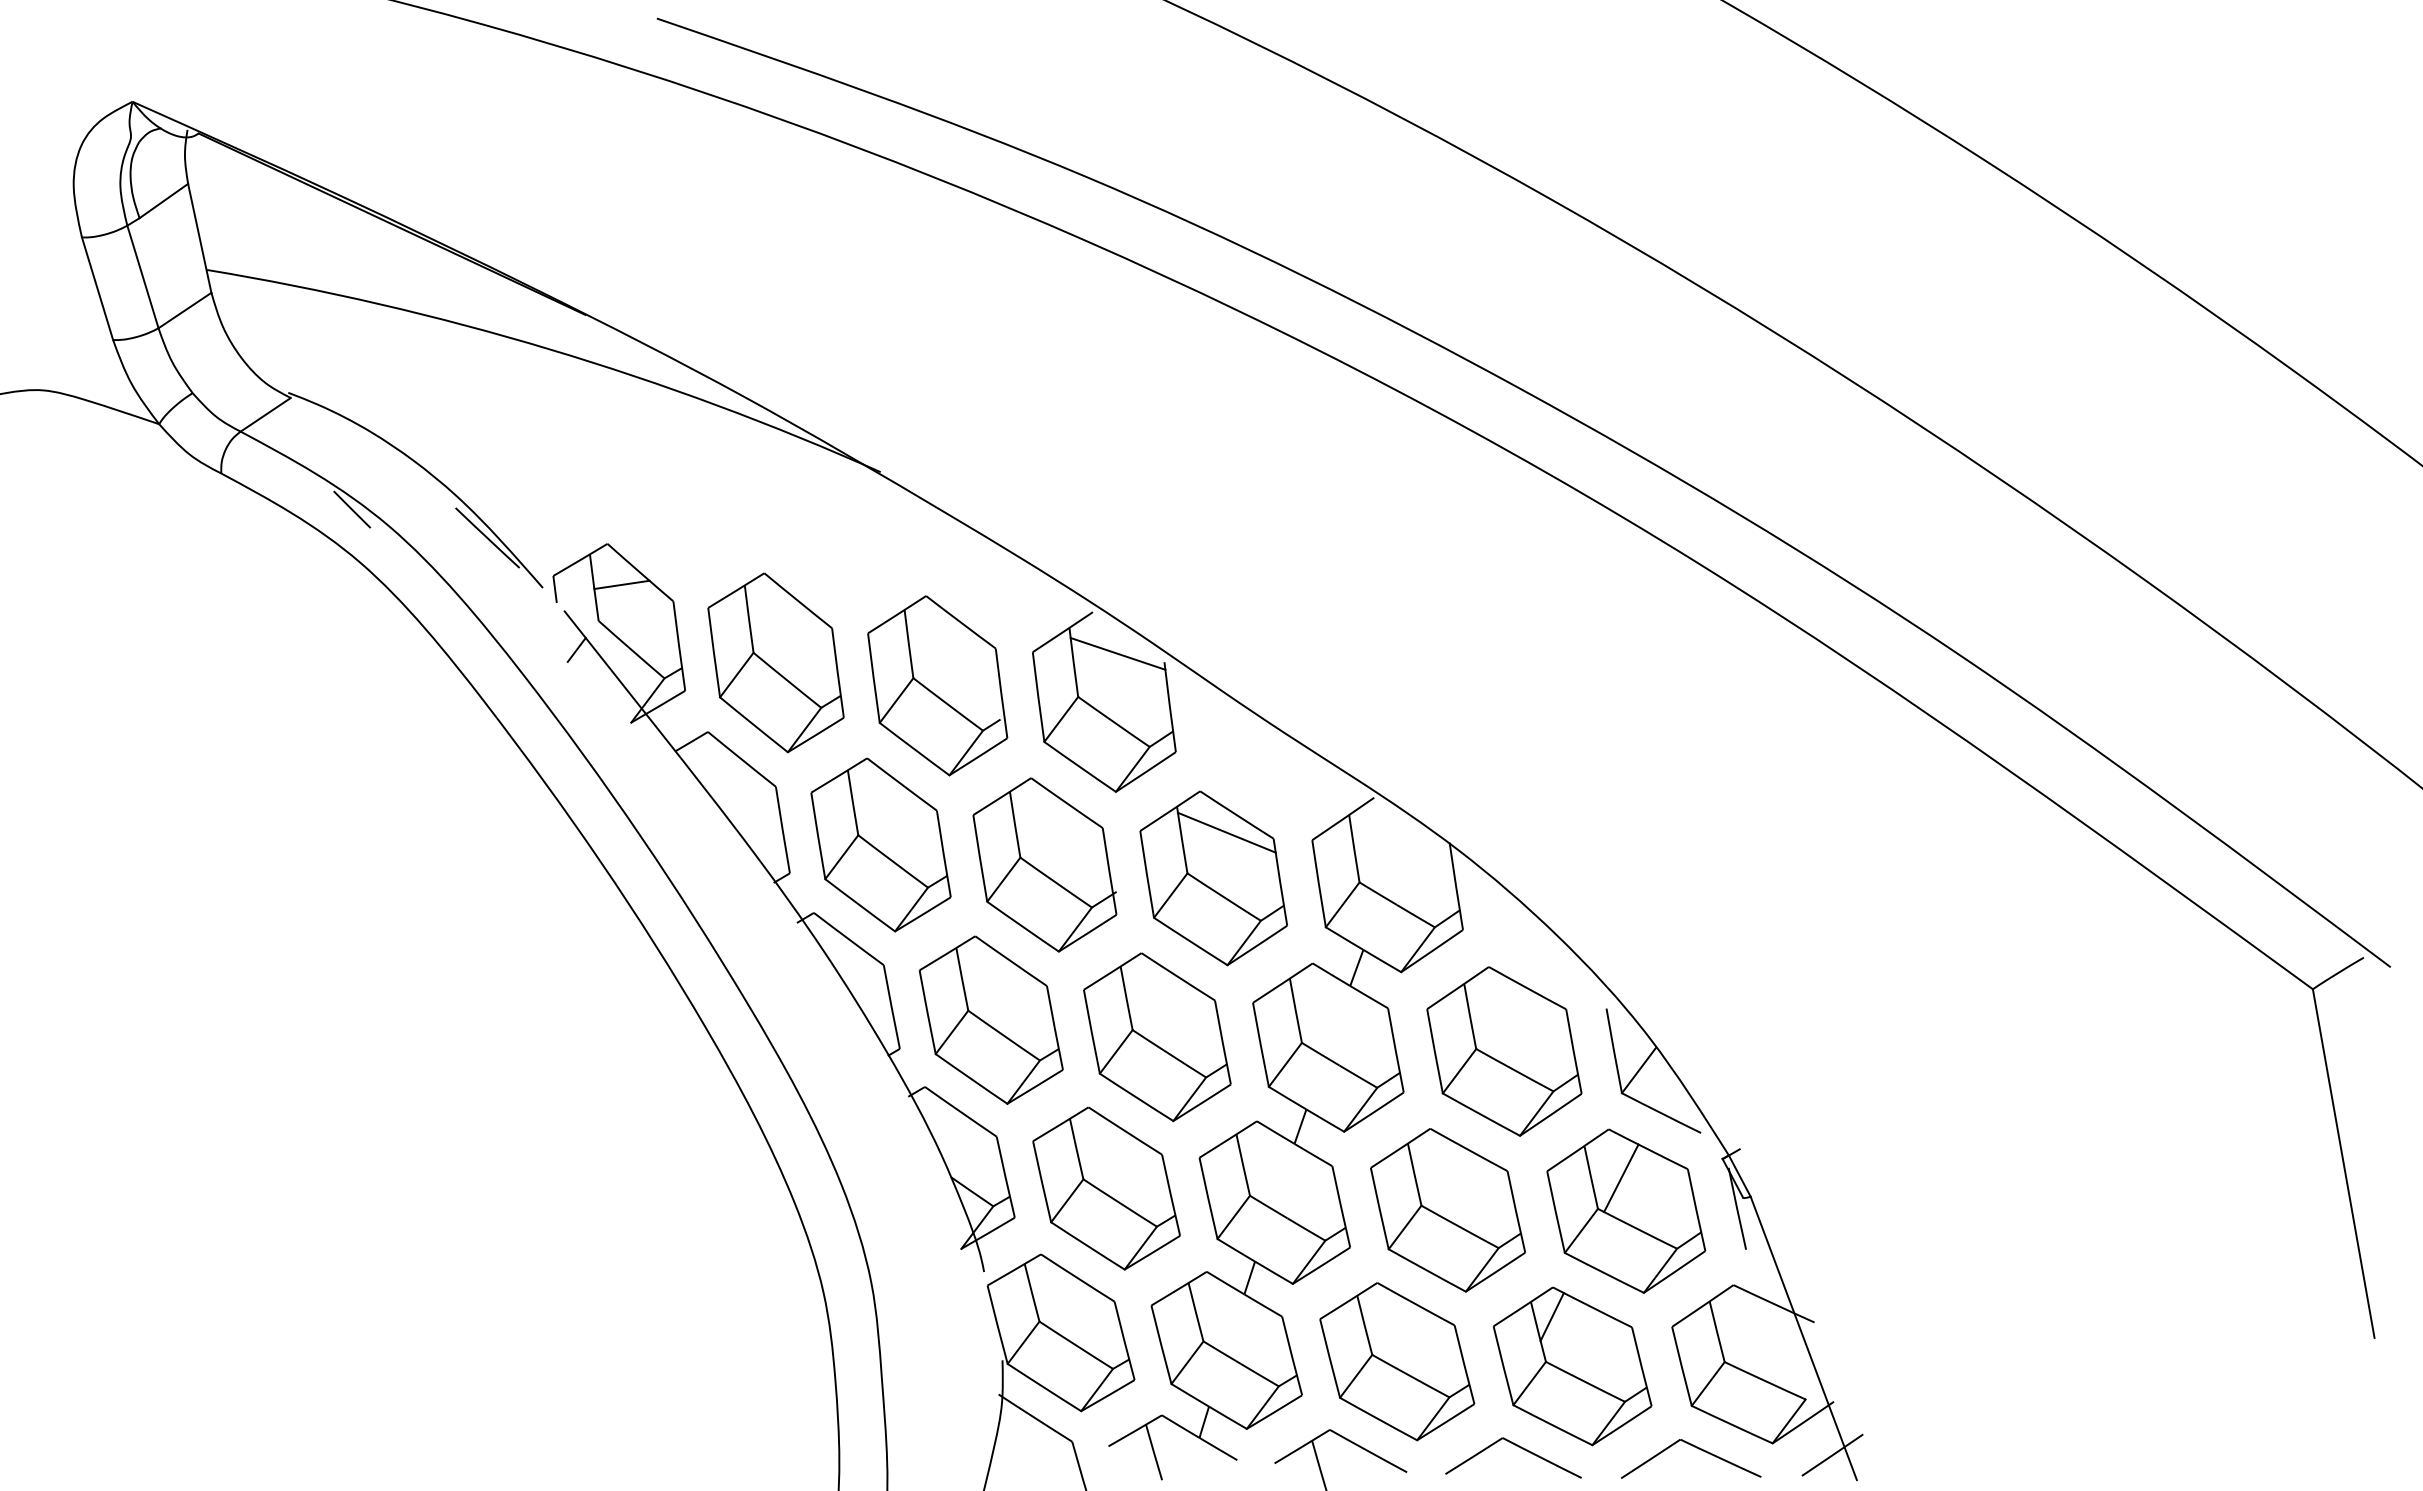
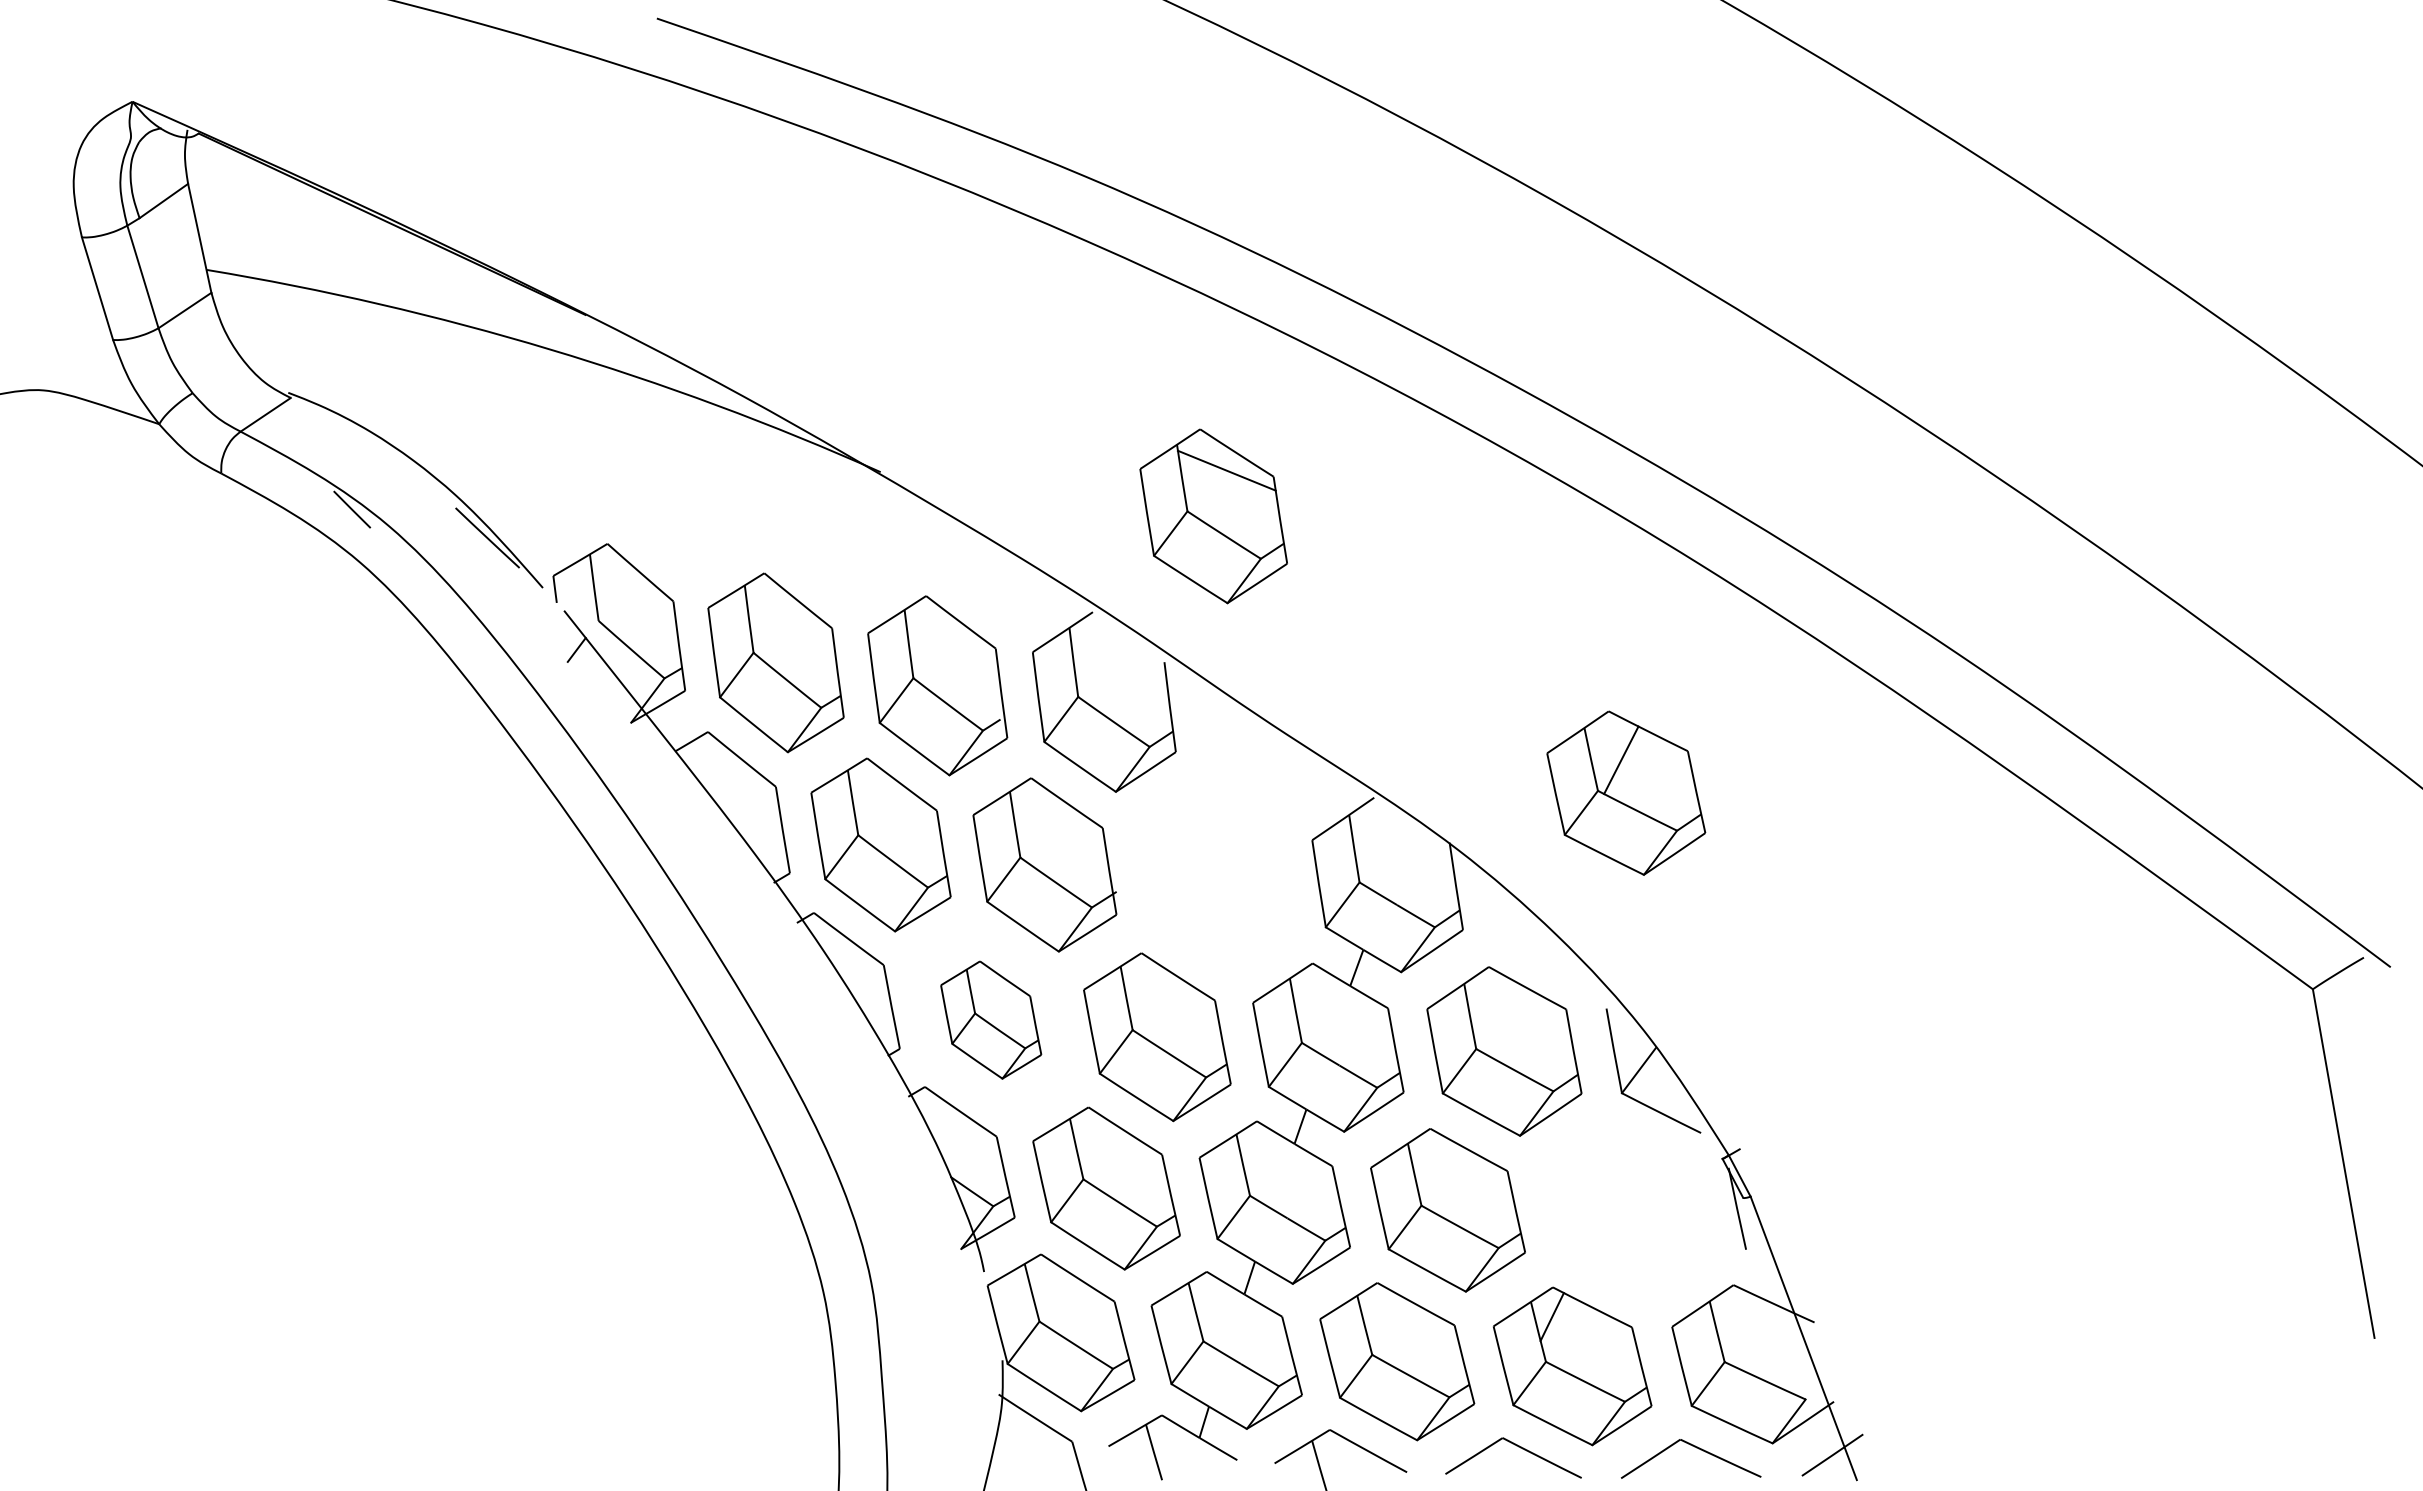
line at (621, 584): present -> none
line at (1117, 653): present -> none
part at (1213, 878) position: (1213, 878) -> (1213, 516)
part at (990, 1019) size: 146x170 px -> 103x120 px
part at (1626, 1210) position: (1626, 1210) -> (1626, 792)
